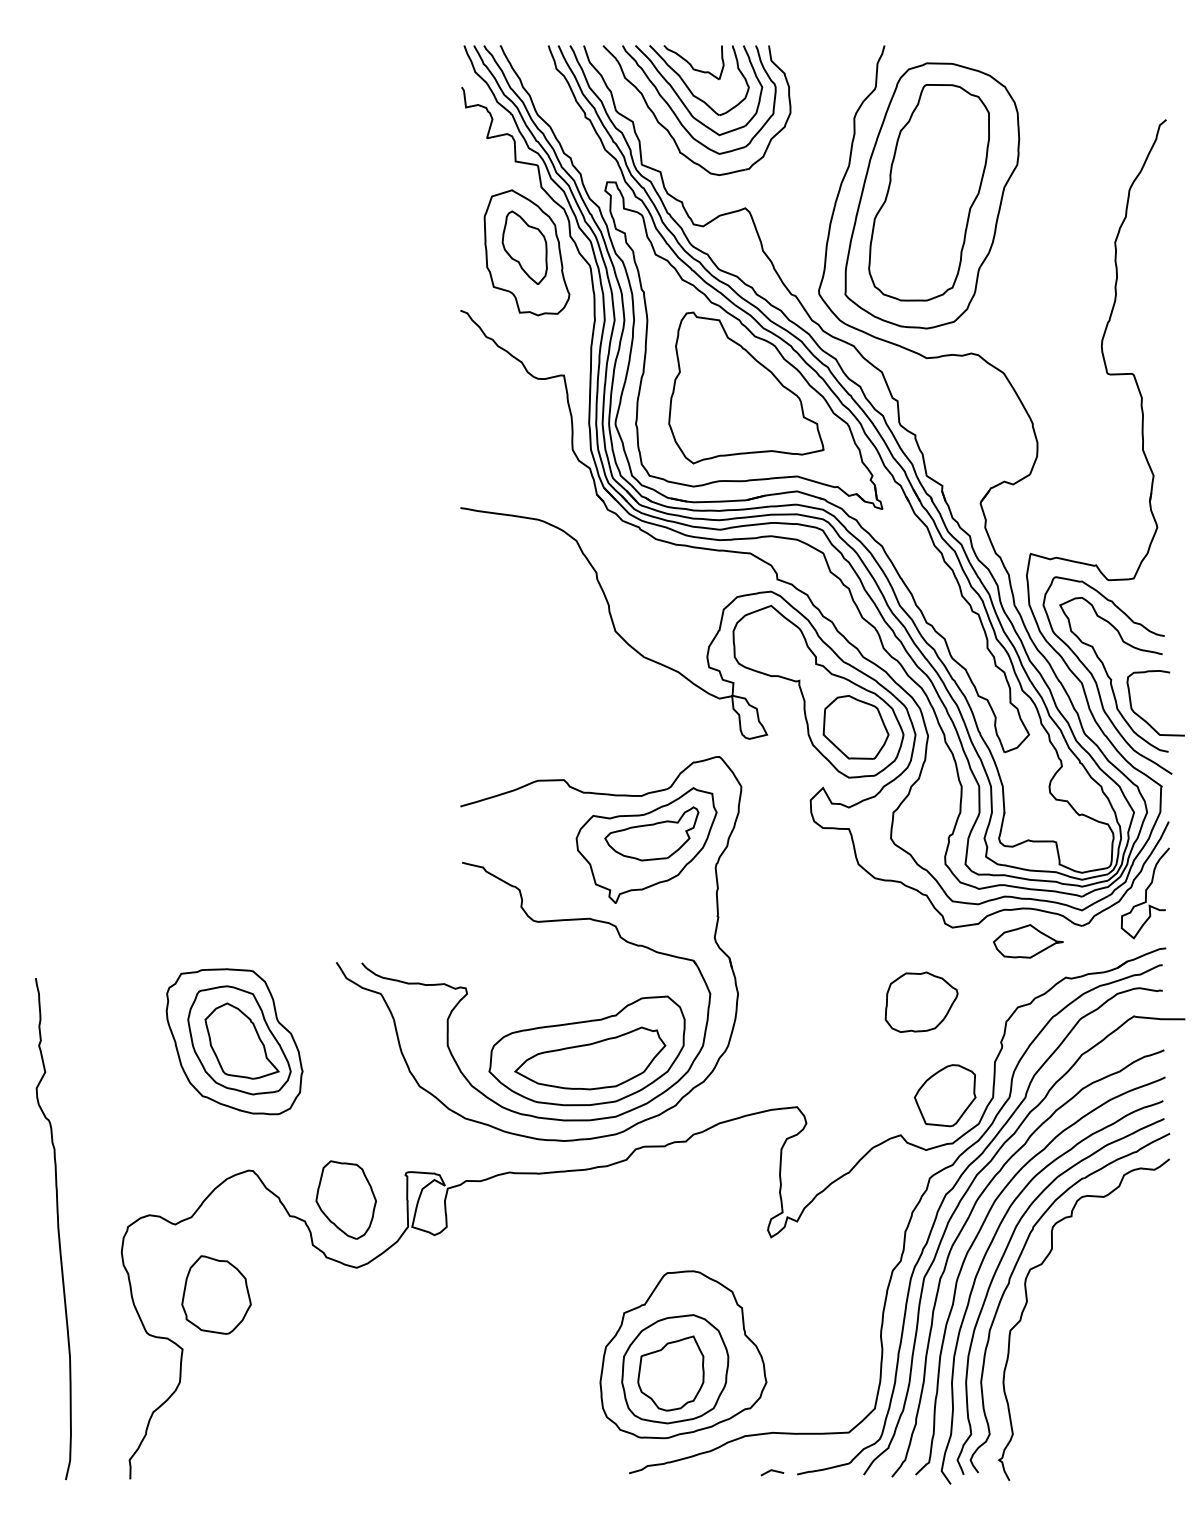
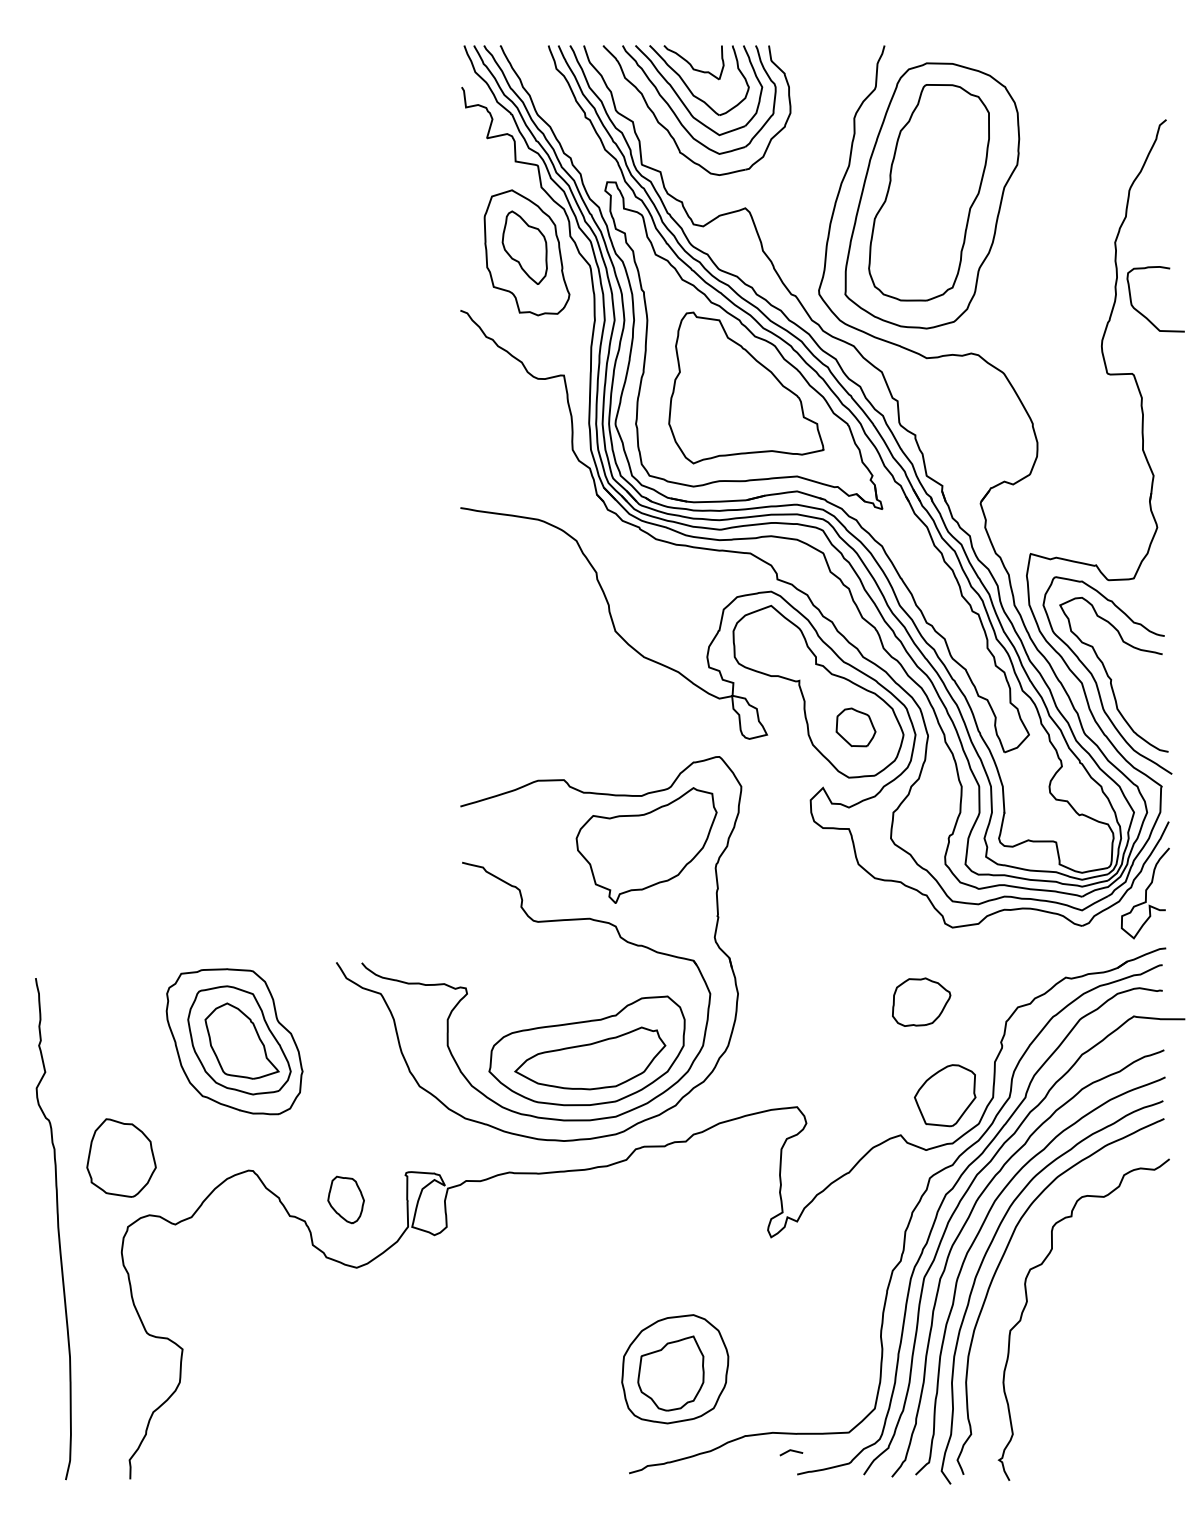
curve at (1141, 716) position: (1141, 716) -> (1141, 312)
part at (855, 727) size: 68x65 px -> 42x41 px
part at (651, 833): present -> none
part at (1028, 941): present -> none
part at (921, 1001) size: 75x62 px -> 60x50 px
part at (345, 1199) size: 62x80 px -> 38x50 px
curve at (1009, 1284): present -> none
part at (216, 1294) position: (216, 1294) -> (121, 1157)
part at (683, 1354): present -> none
line at (772, 1471) position: (772, 1471) -> (791, 1451)
